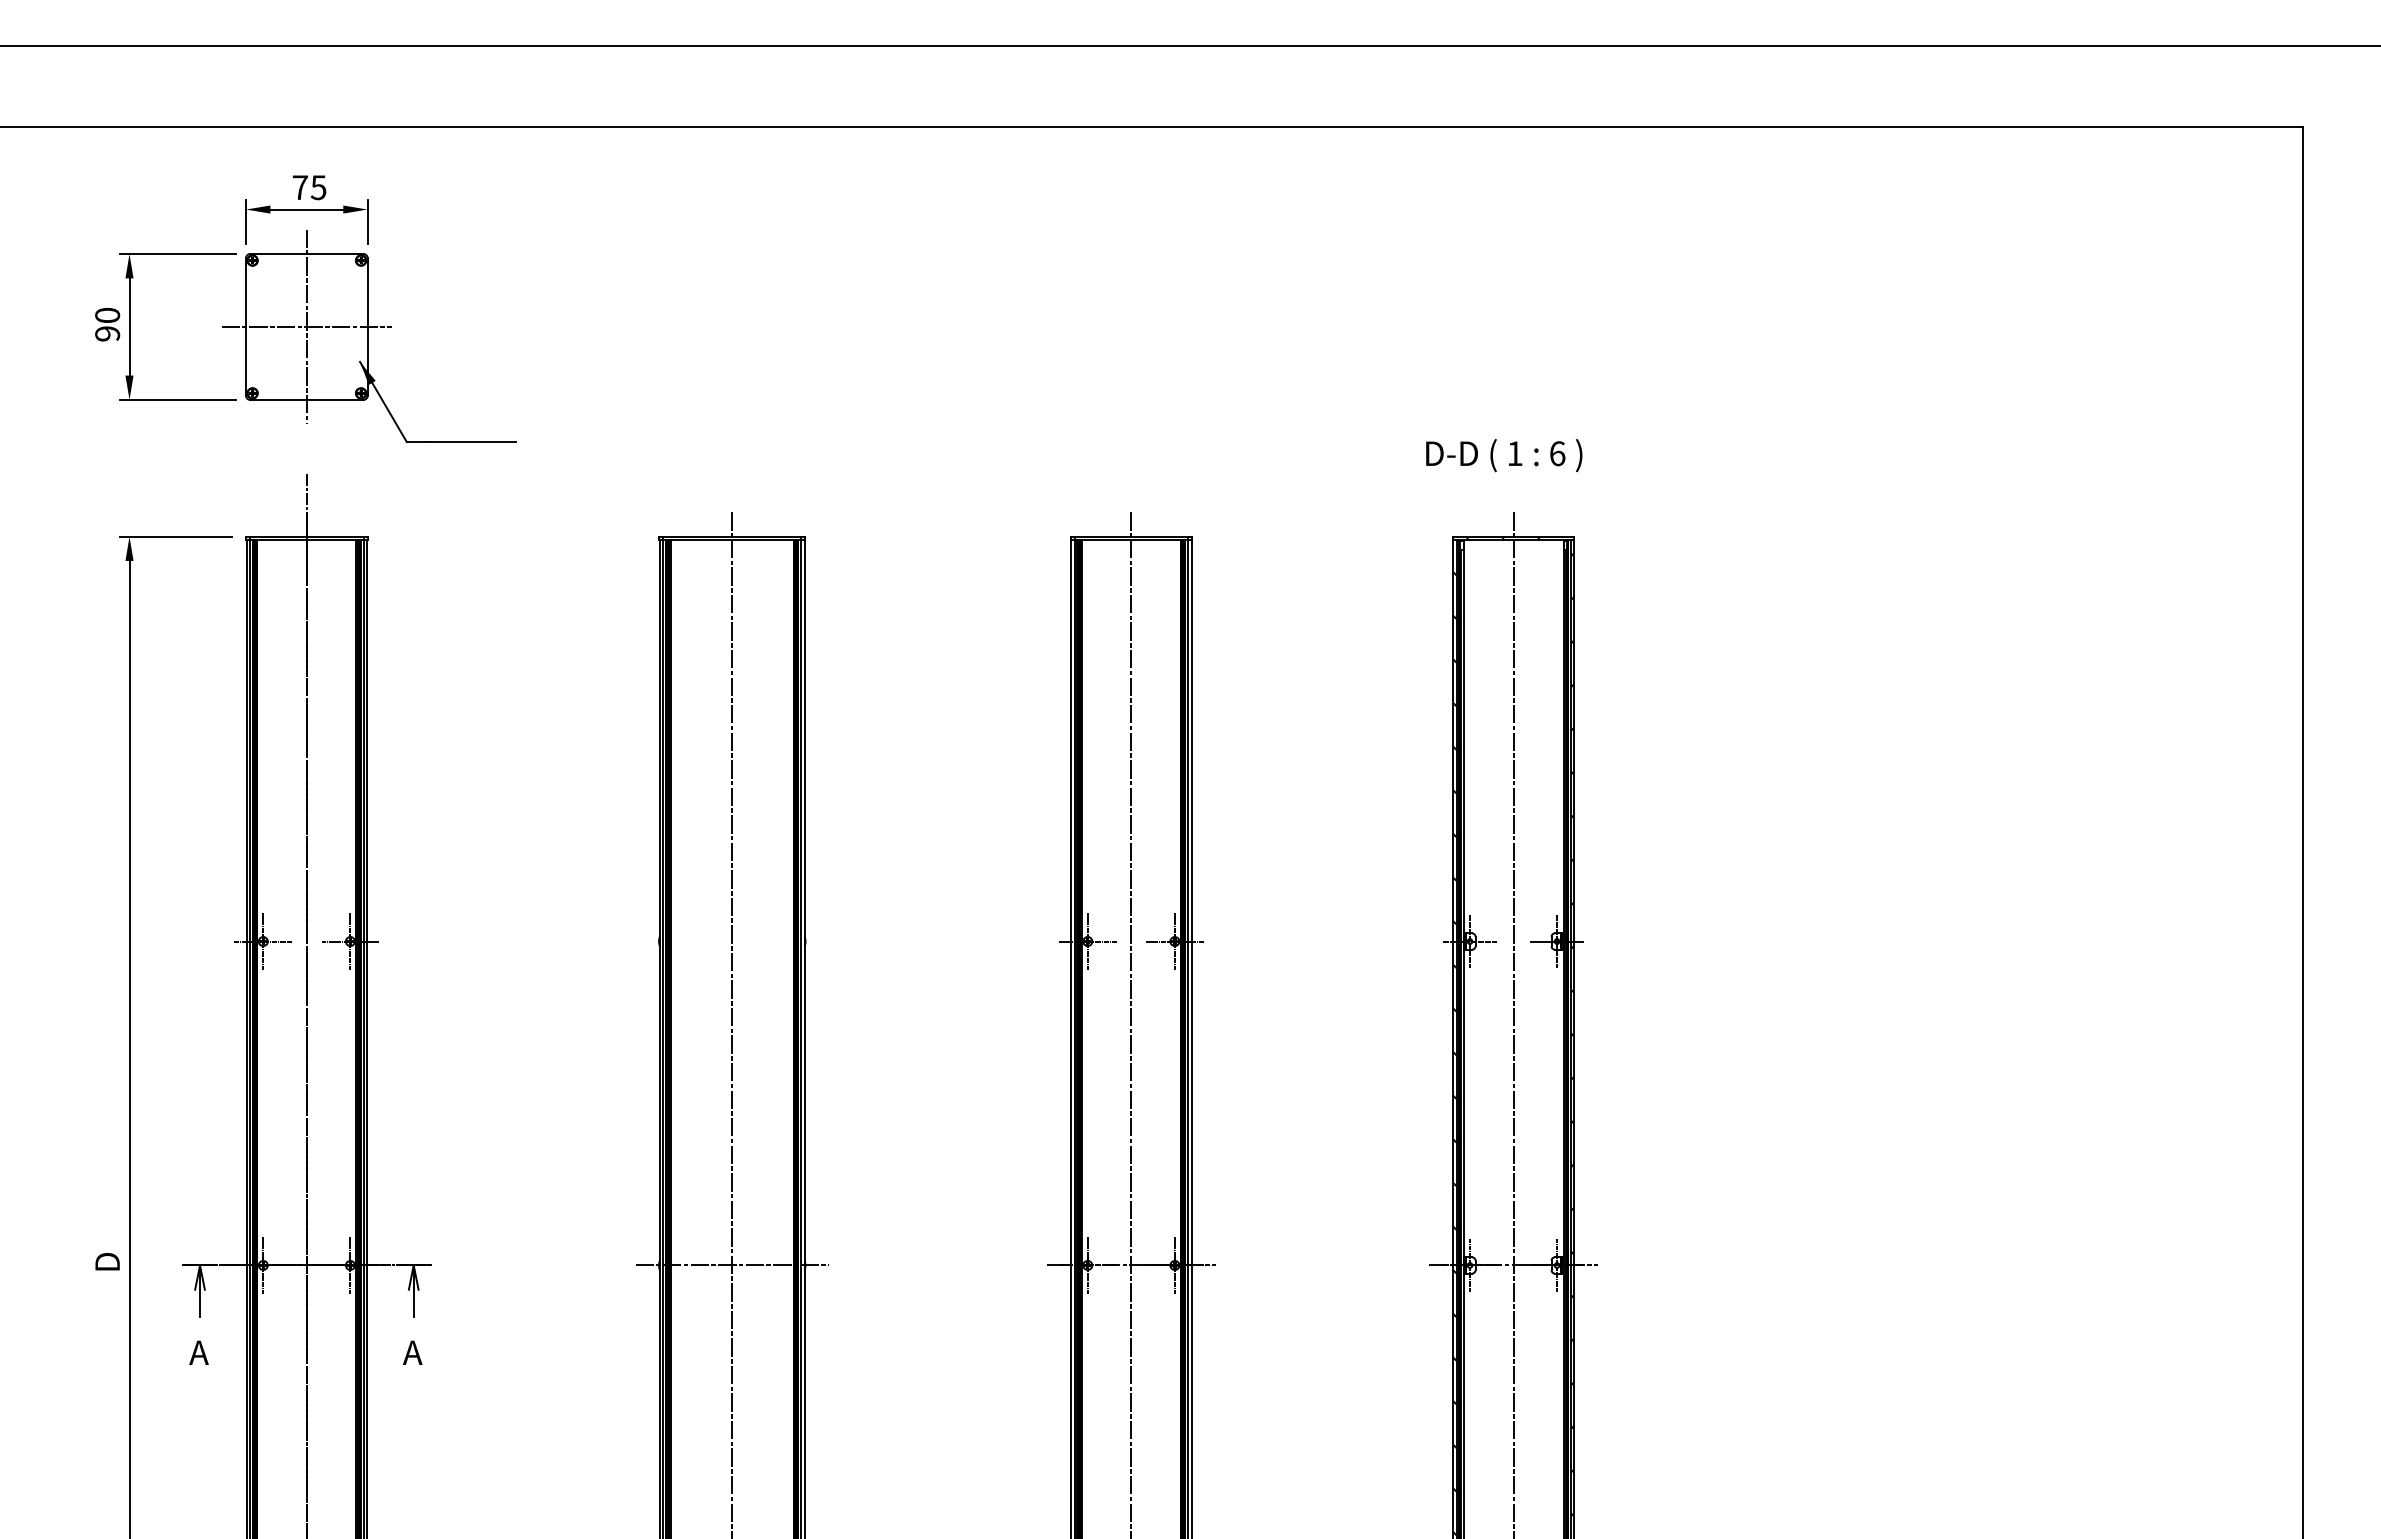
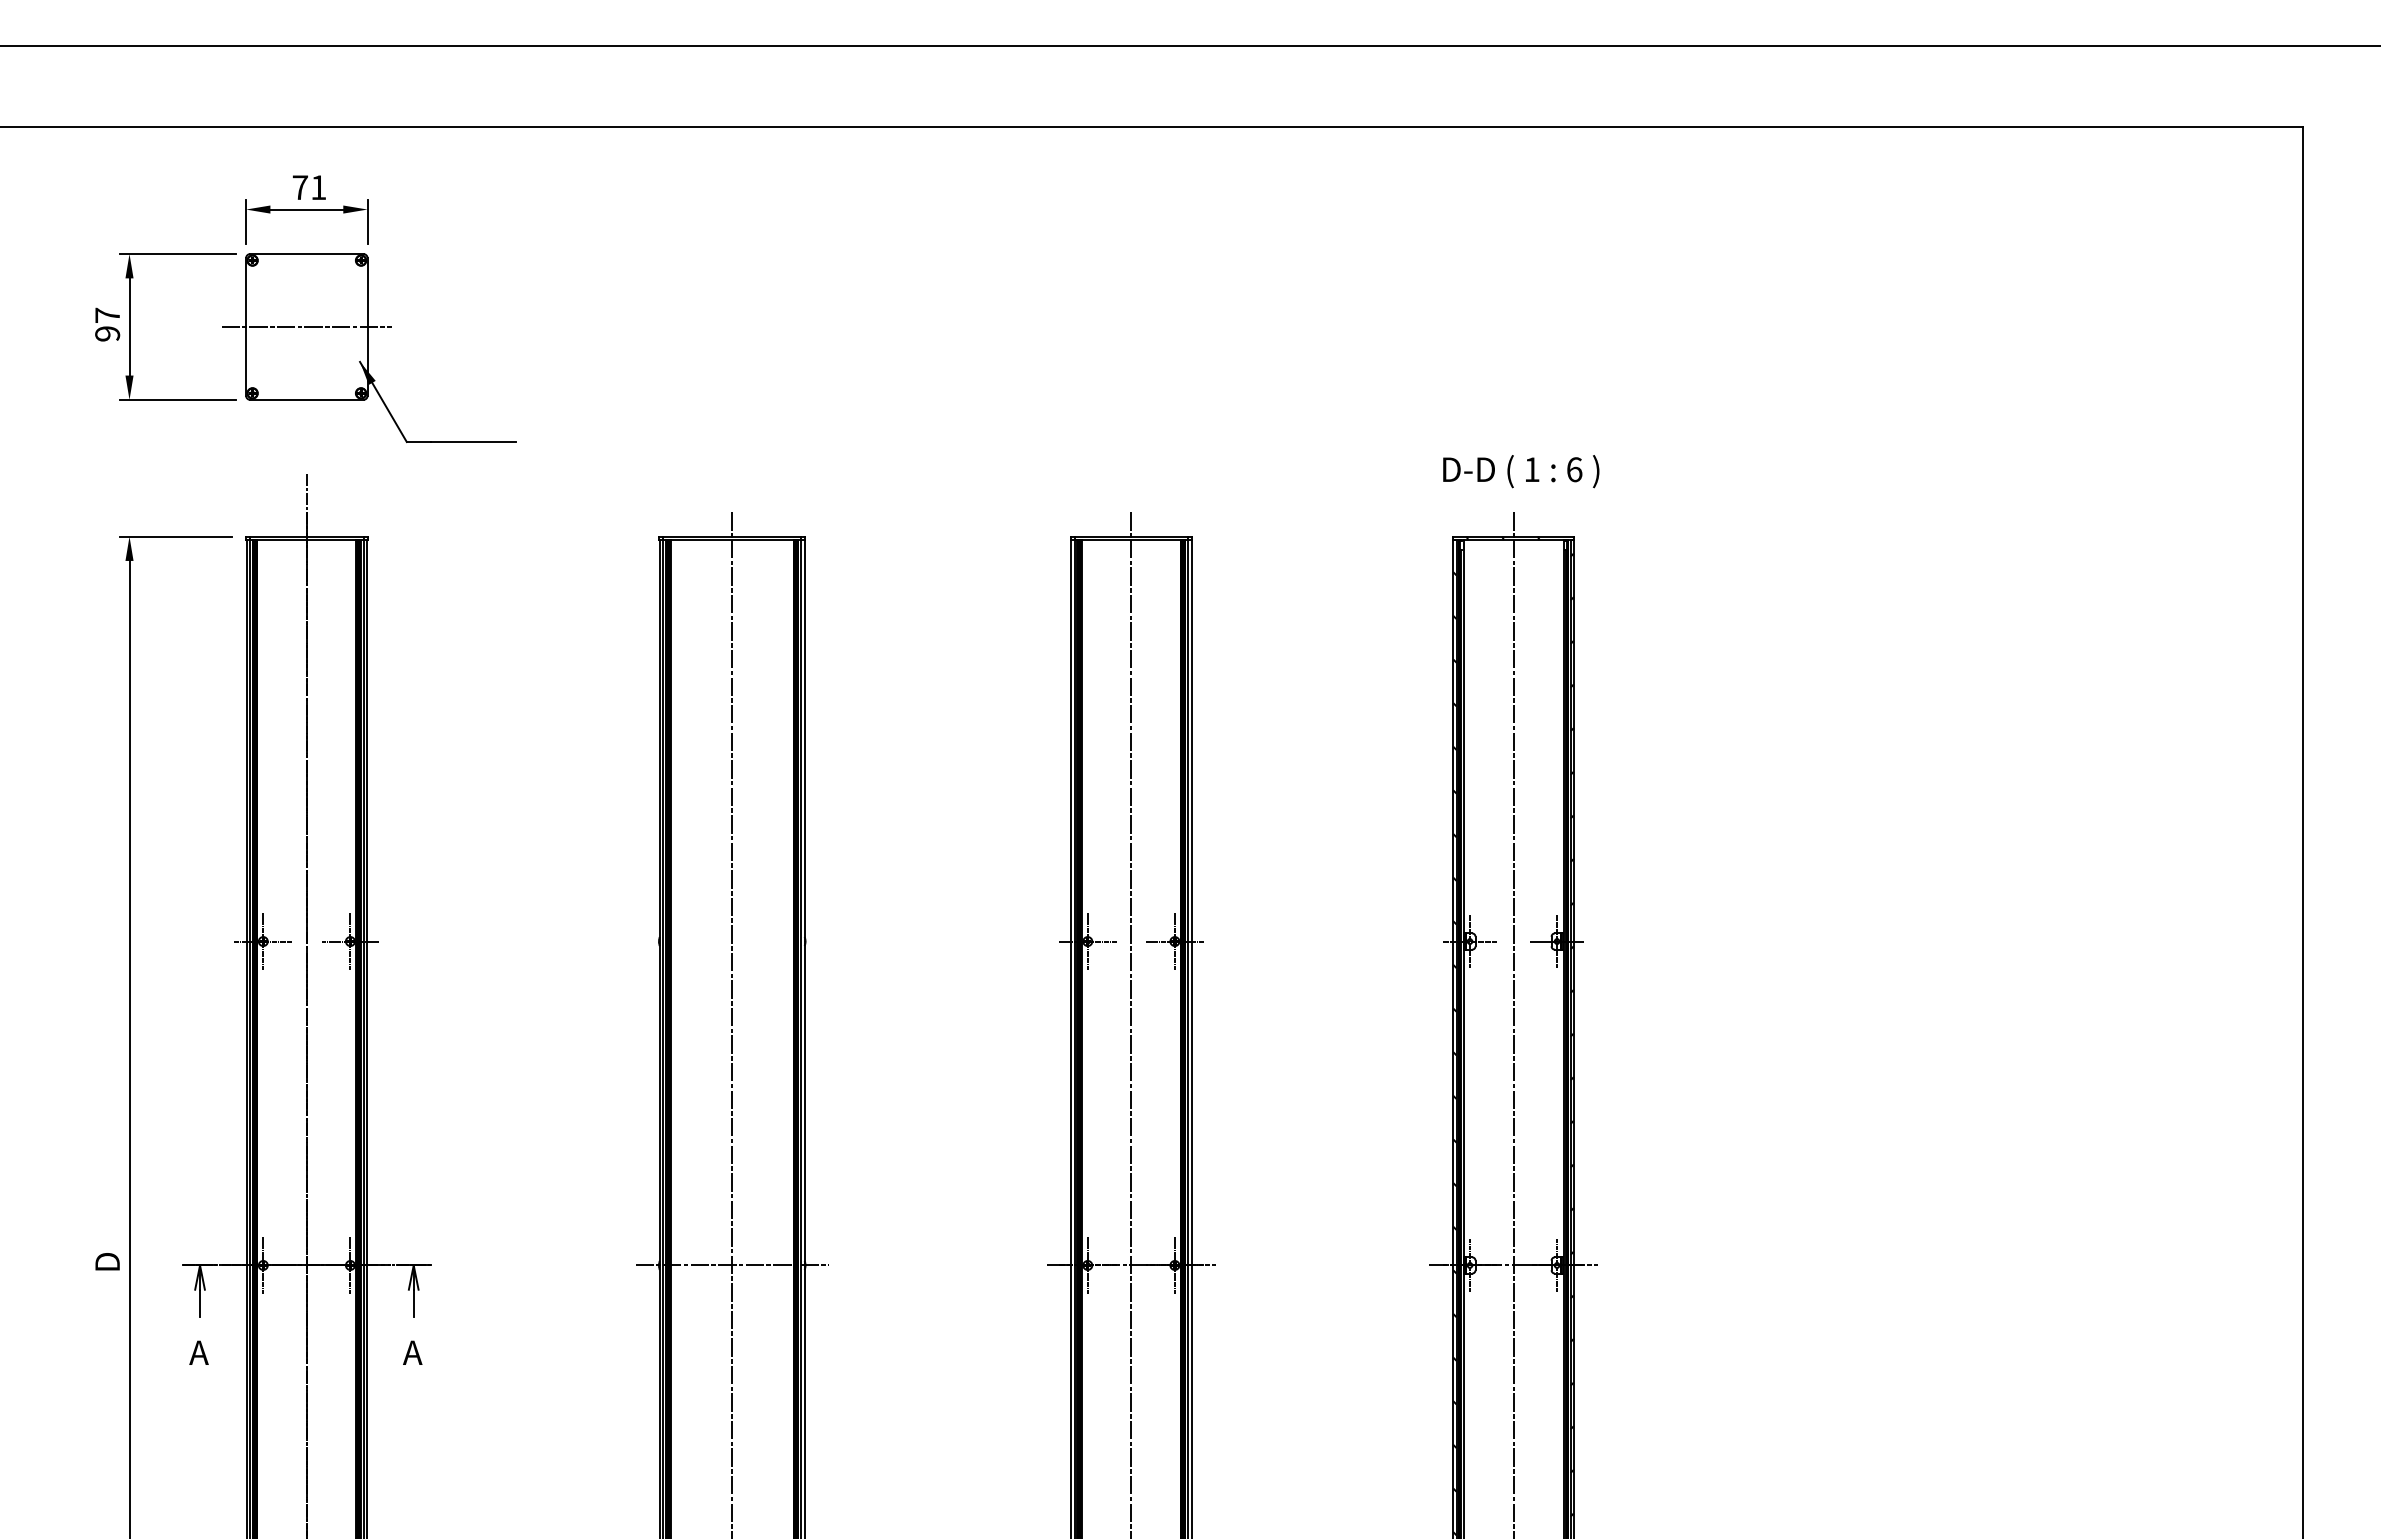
text at (318, 187): 75 -> 71
text at (107, 314): 90 -> 97
line at (306, 326): present -> none
text at (1504, 455) position: (1504, 455) -> (1521, 471)
